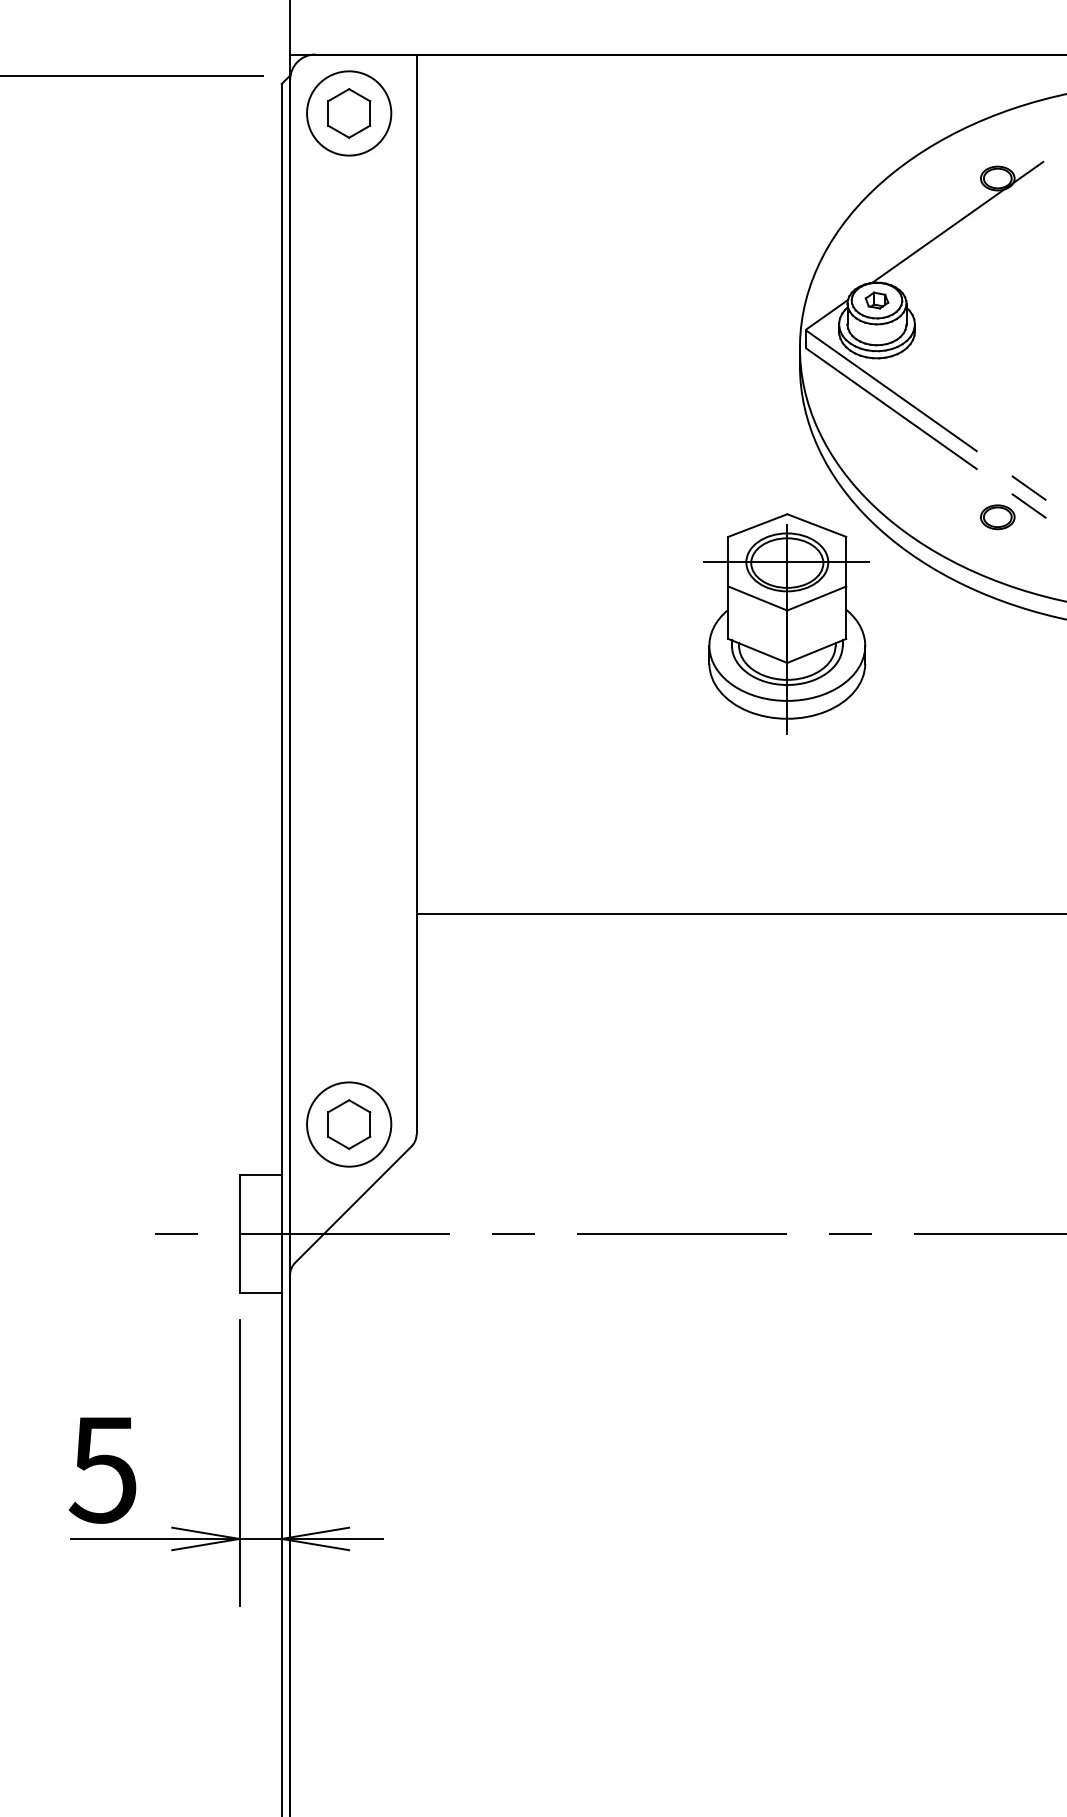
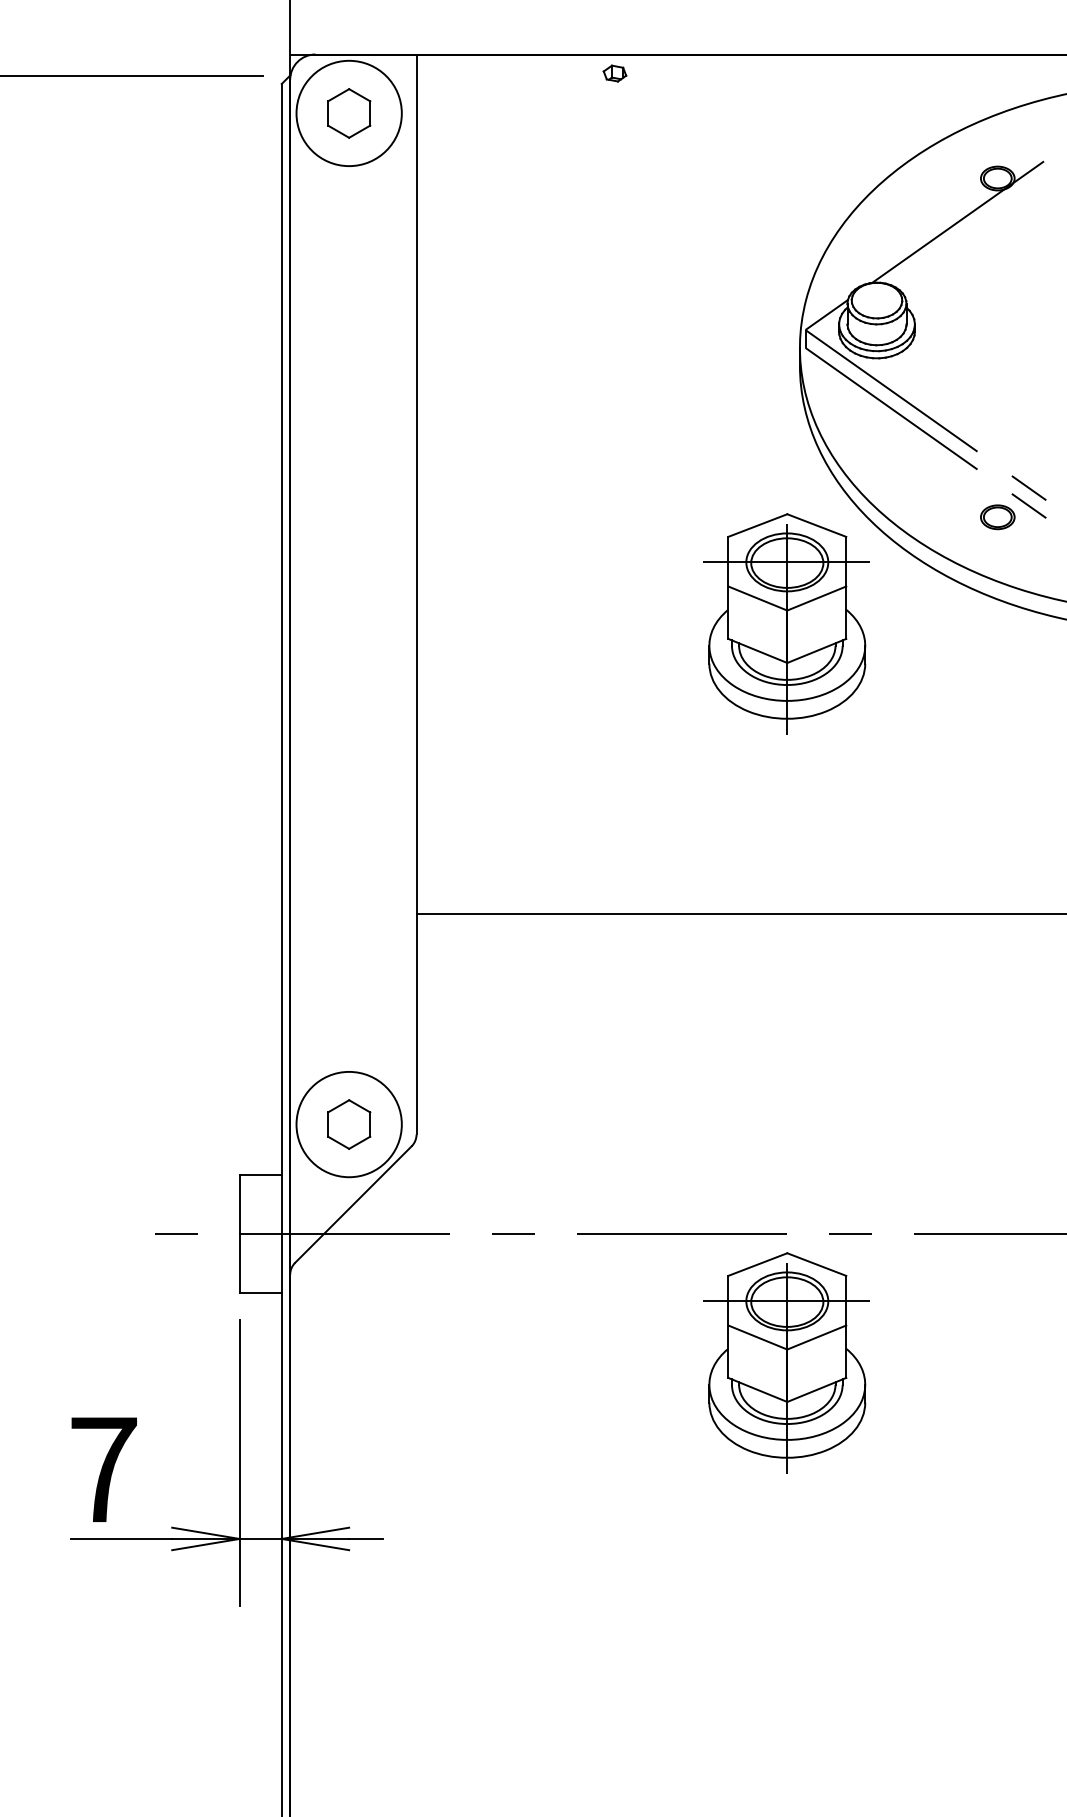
circle at (349, 113) diameter: 84 px -> 105 px
part at (876, 300) position: (876, 300) -> (614, 73)
circle at (349, 1124) diameter: 84 px -> 105 px
part at (786, 1362): none -> present
text at (102, 1470): 5 -> 7
